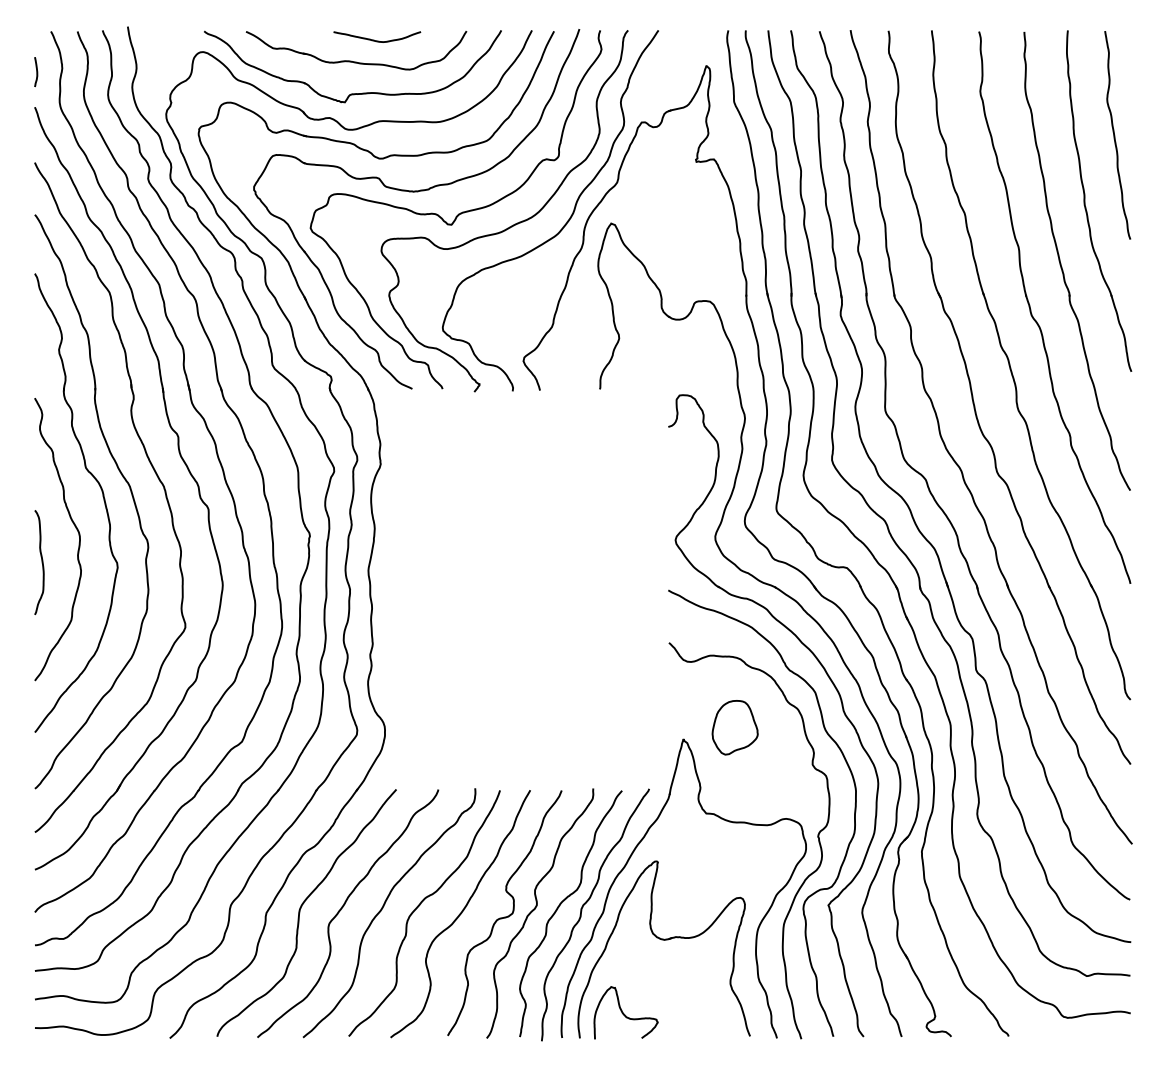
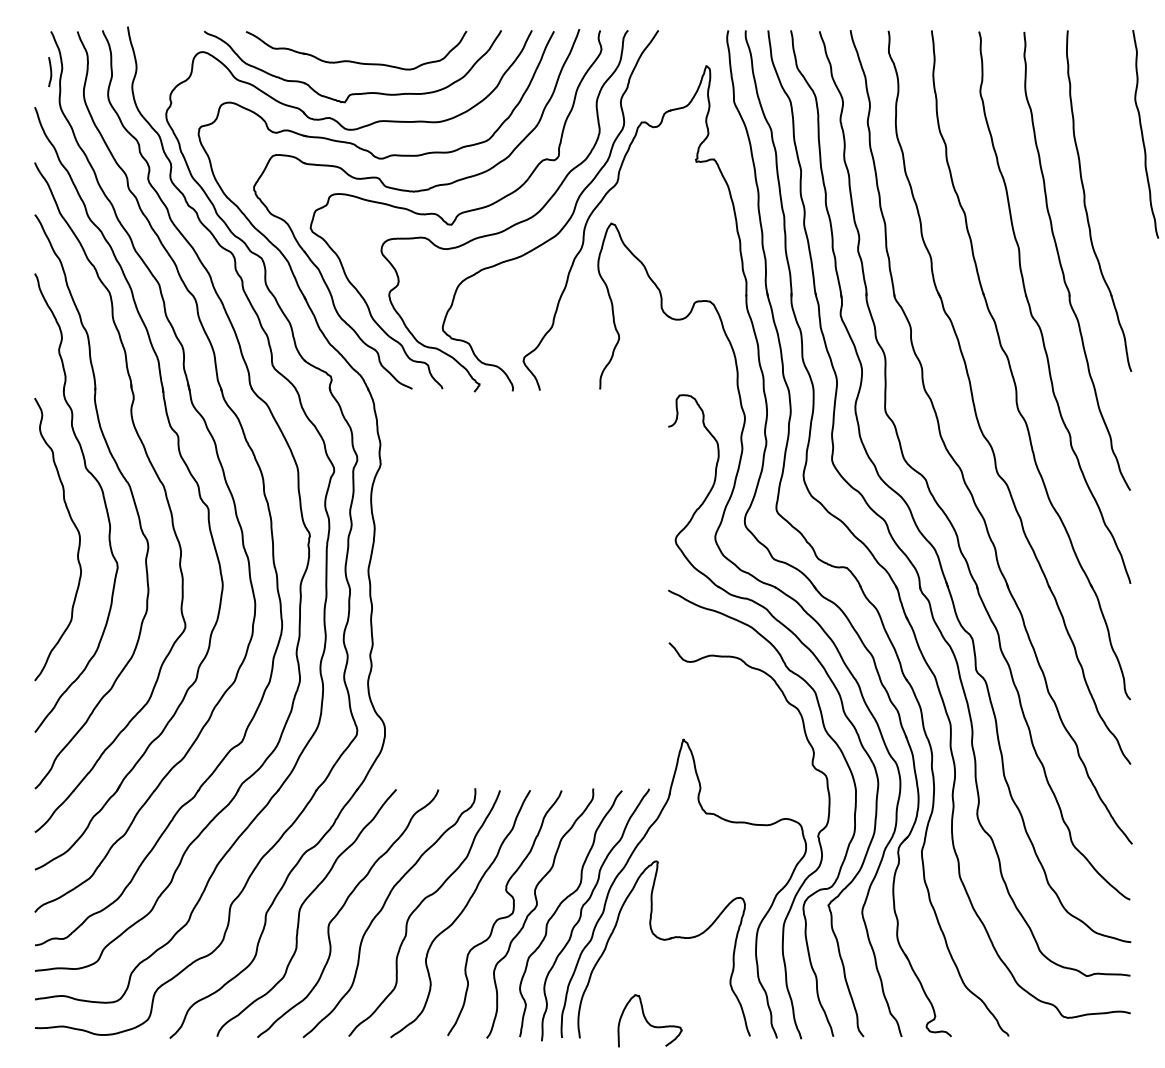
curve at (377, 40): present -> none
curve at (36, 72) position: (36, 72) -> (50, 72)
curve at (1115, 135) position: (1115, 135) -> (1143, 134)
curve at (41, 562): present -> none
part at (734, 727): present -> none
curve at (624, 1013) position: (624, 1013) -> (648, 1021)
